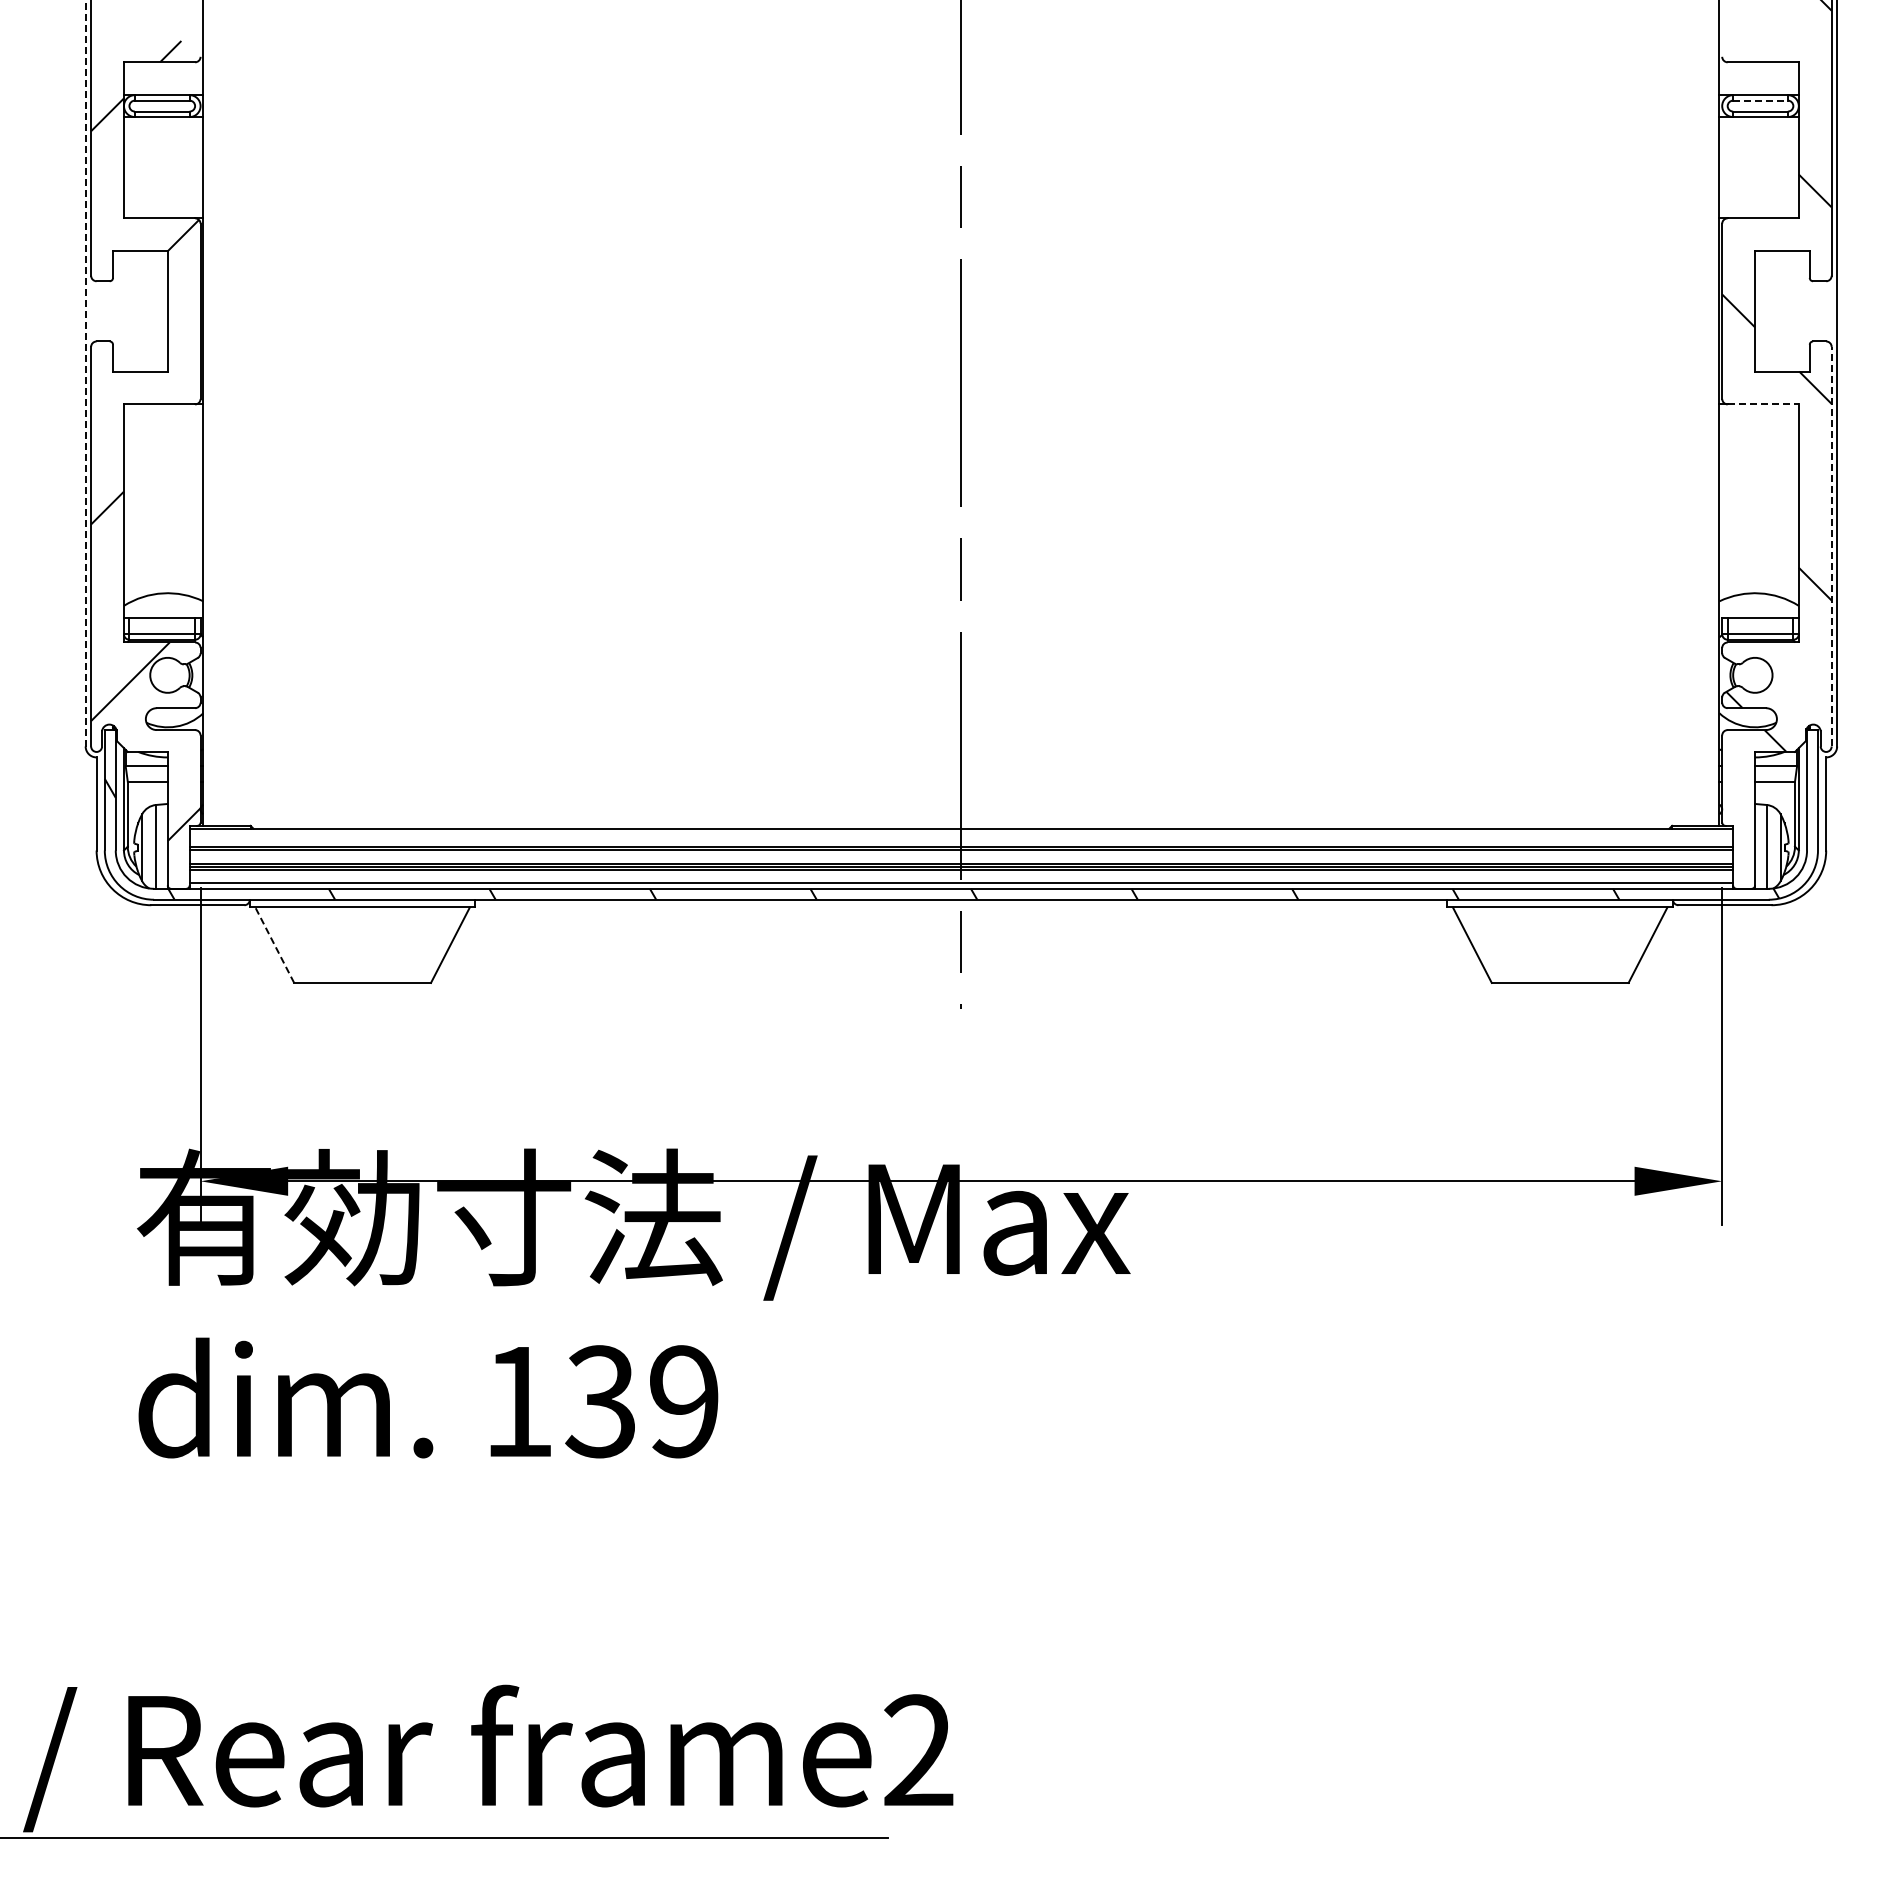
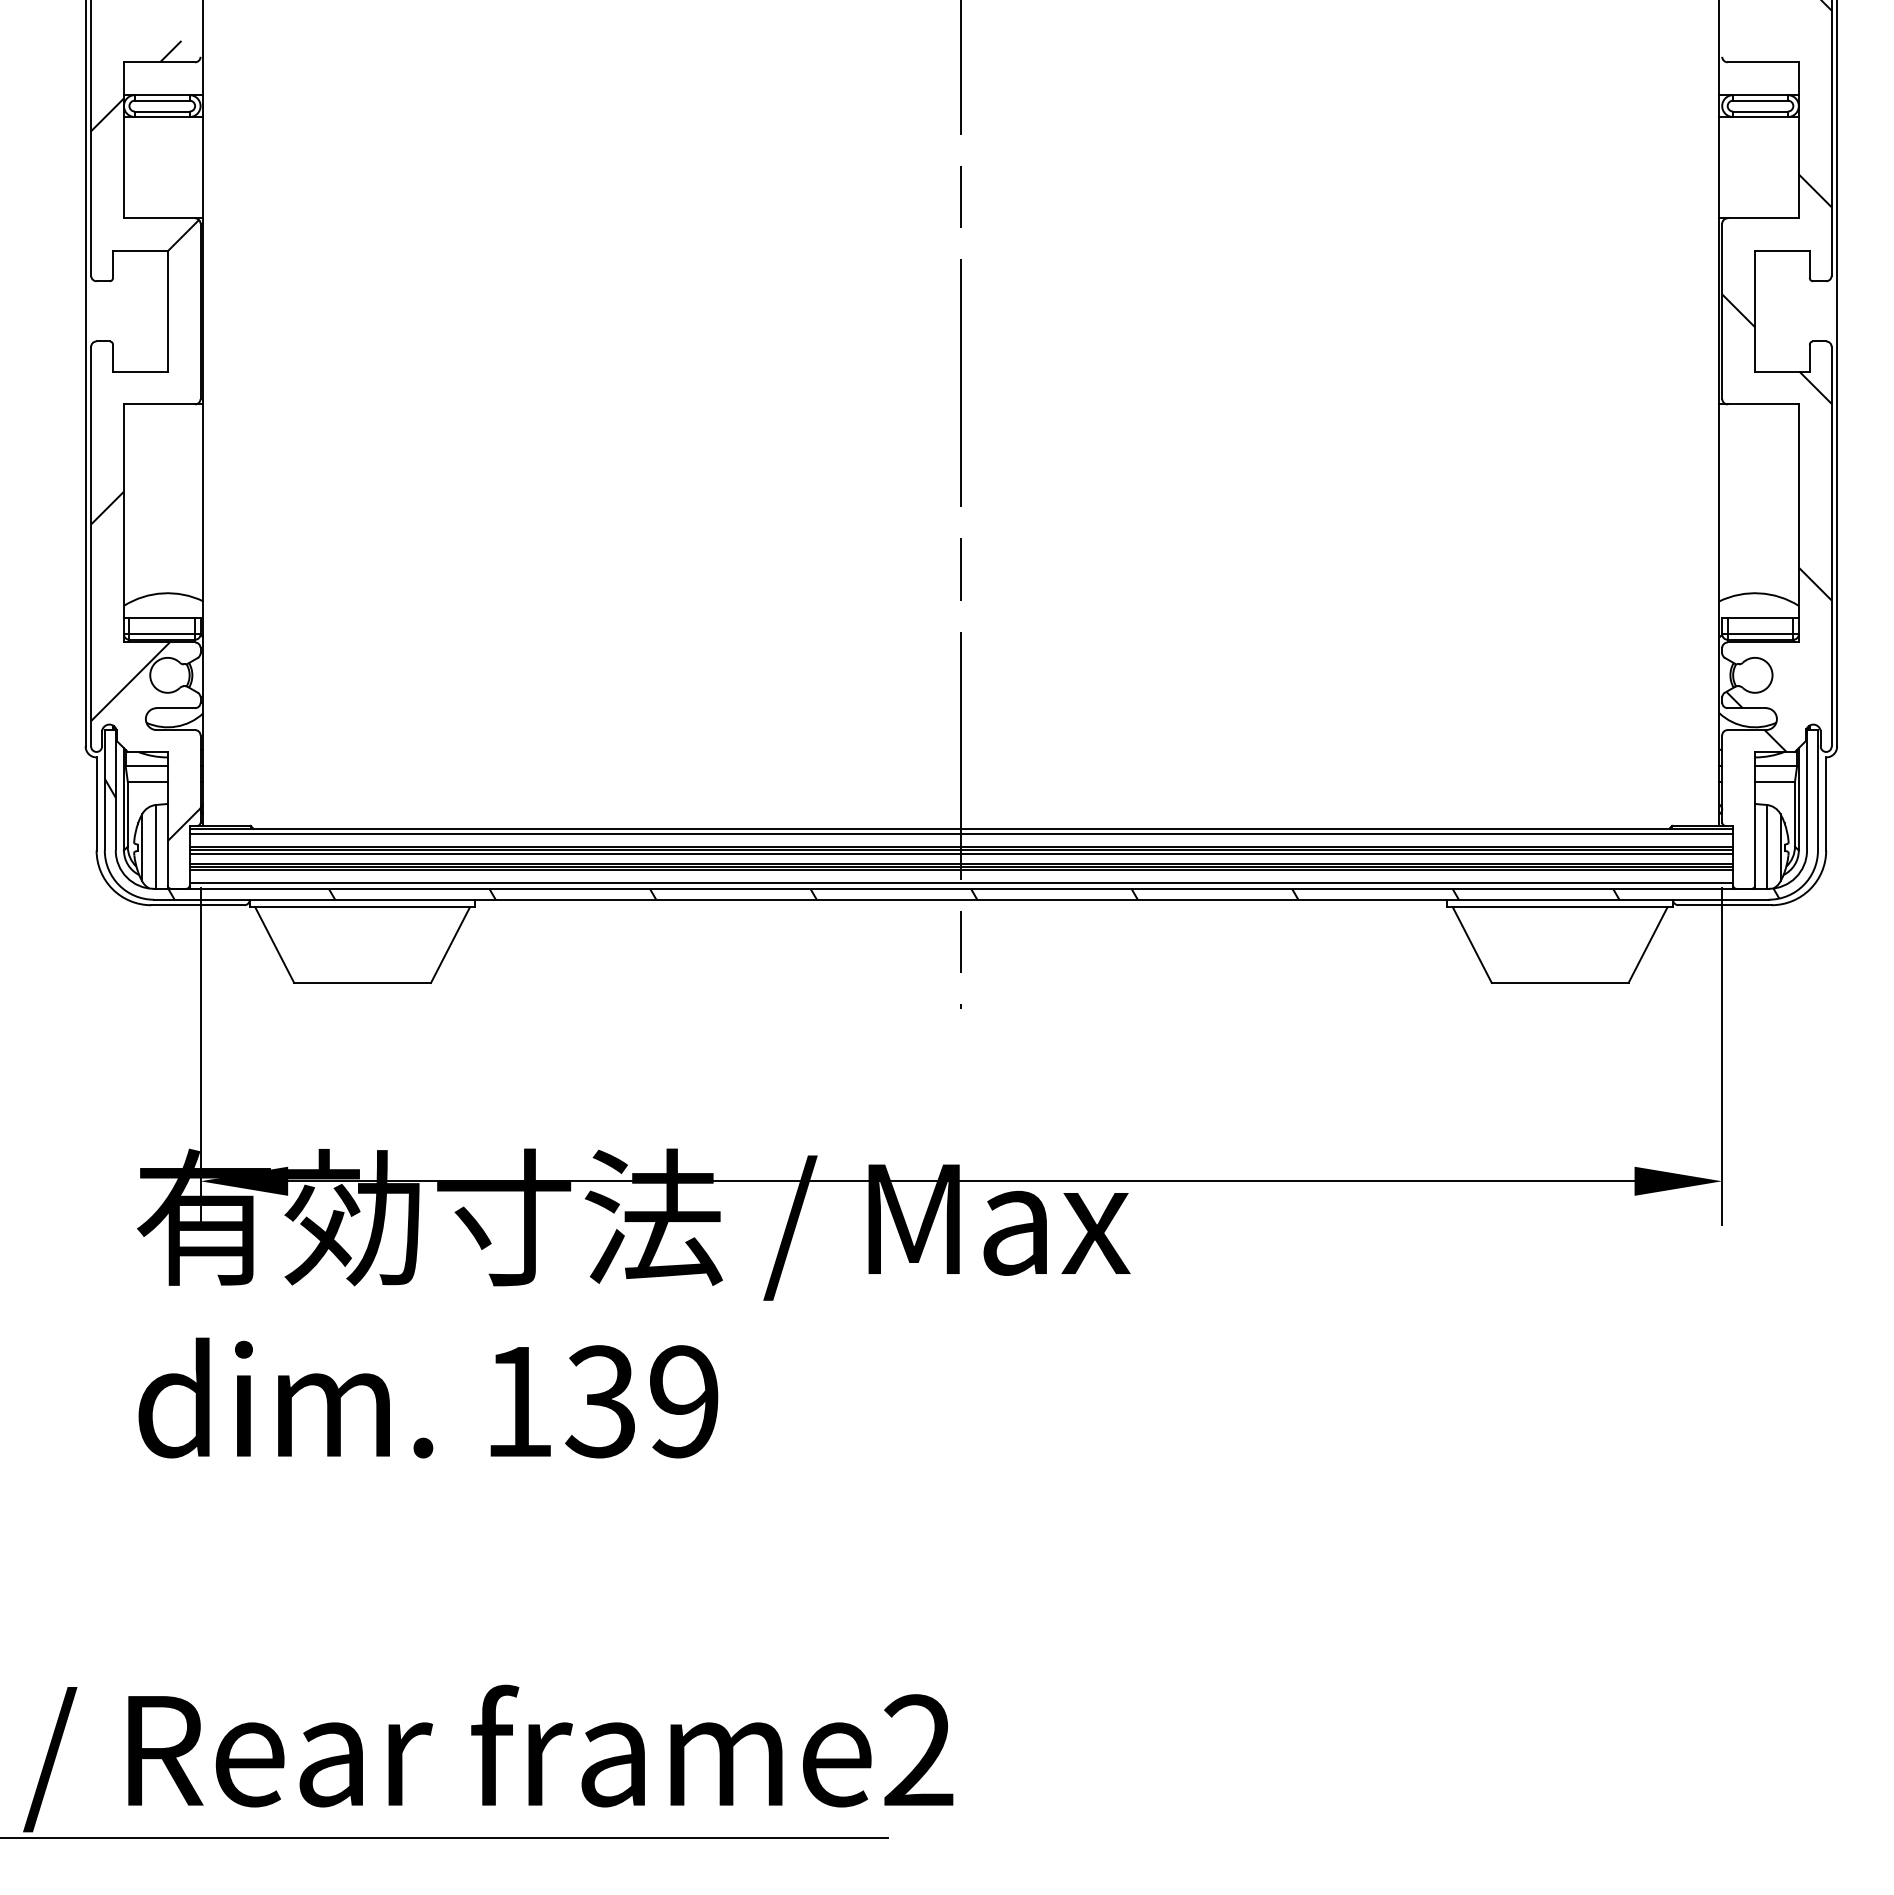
line at (1761, 100): dashed -> solid
line at (85, 373): dashed -> solid
line at (1763, 404): dashed -> solid
line at (1831, 546): dashed -> solid
line at (961, 834): none -> present
line at (961, 853): none -> present
line at (274, 944): dashed -> solid
